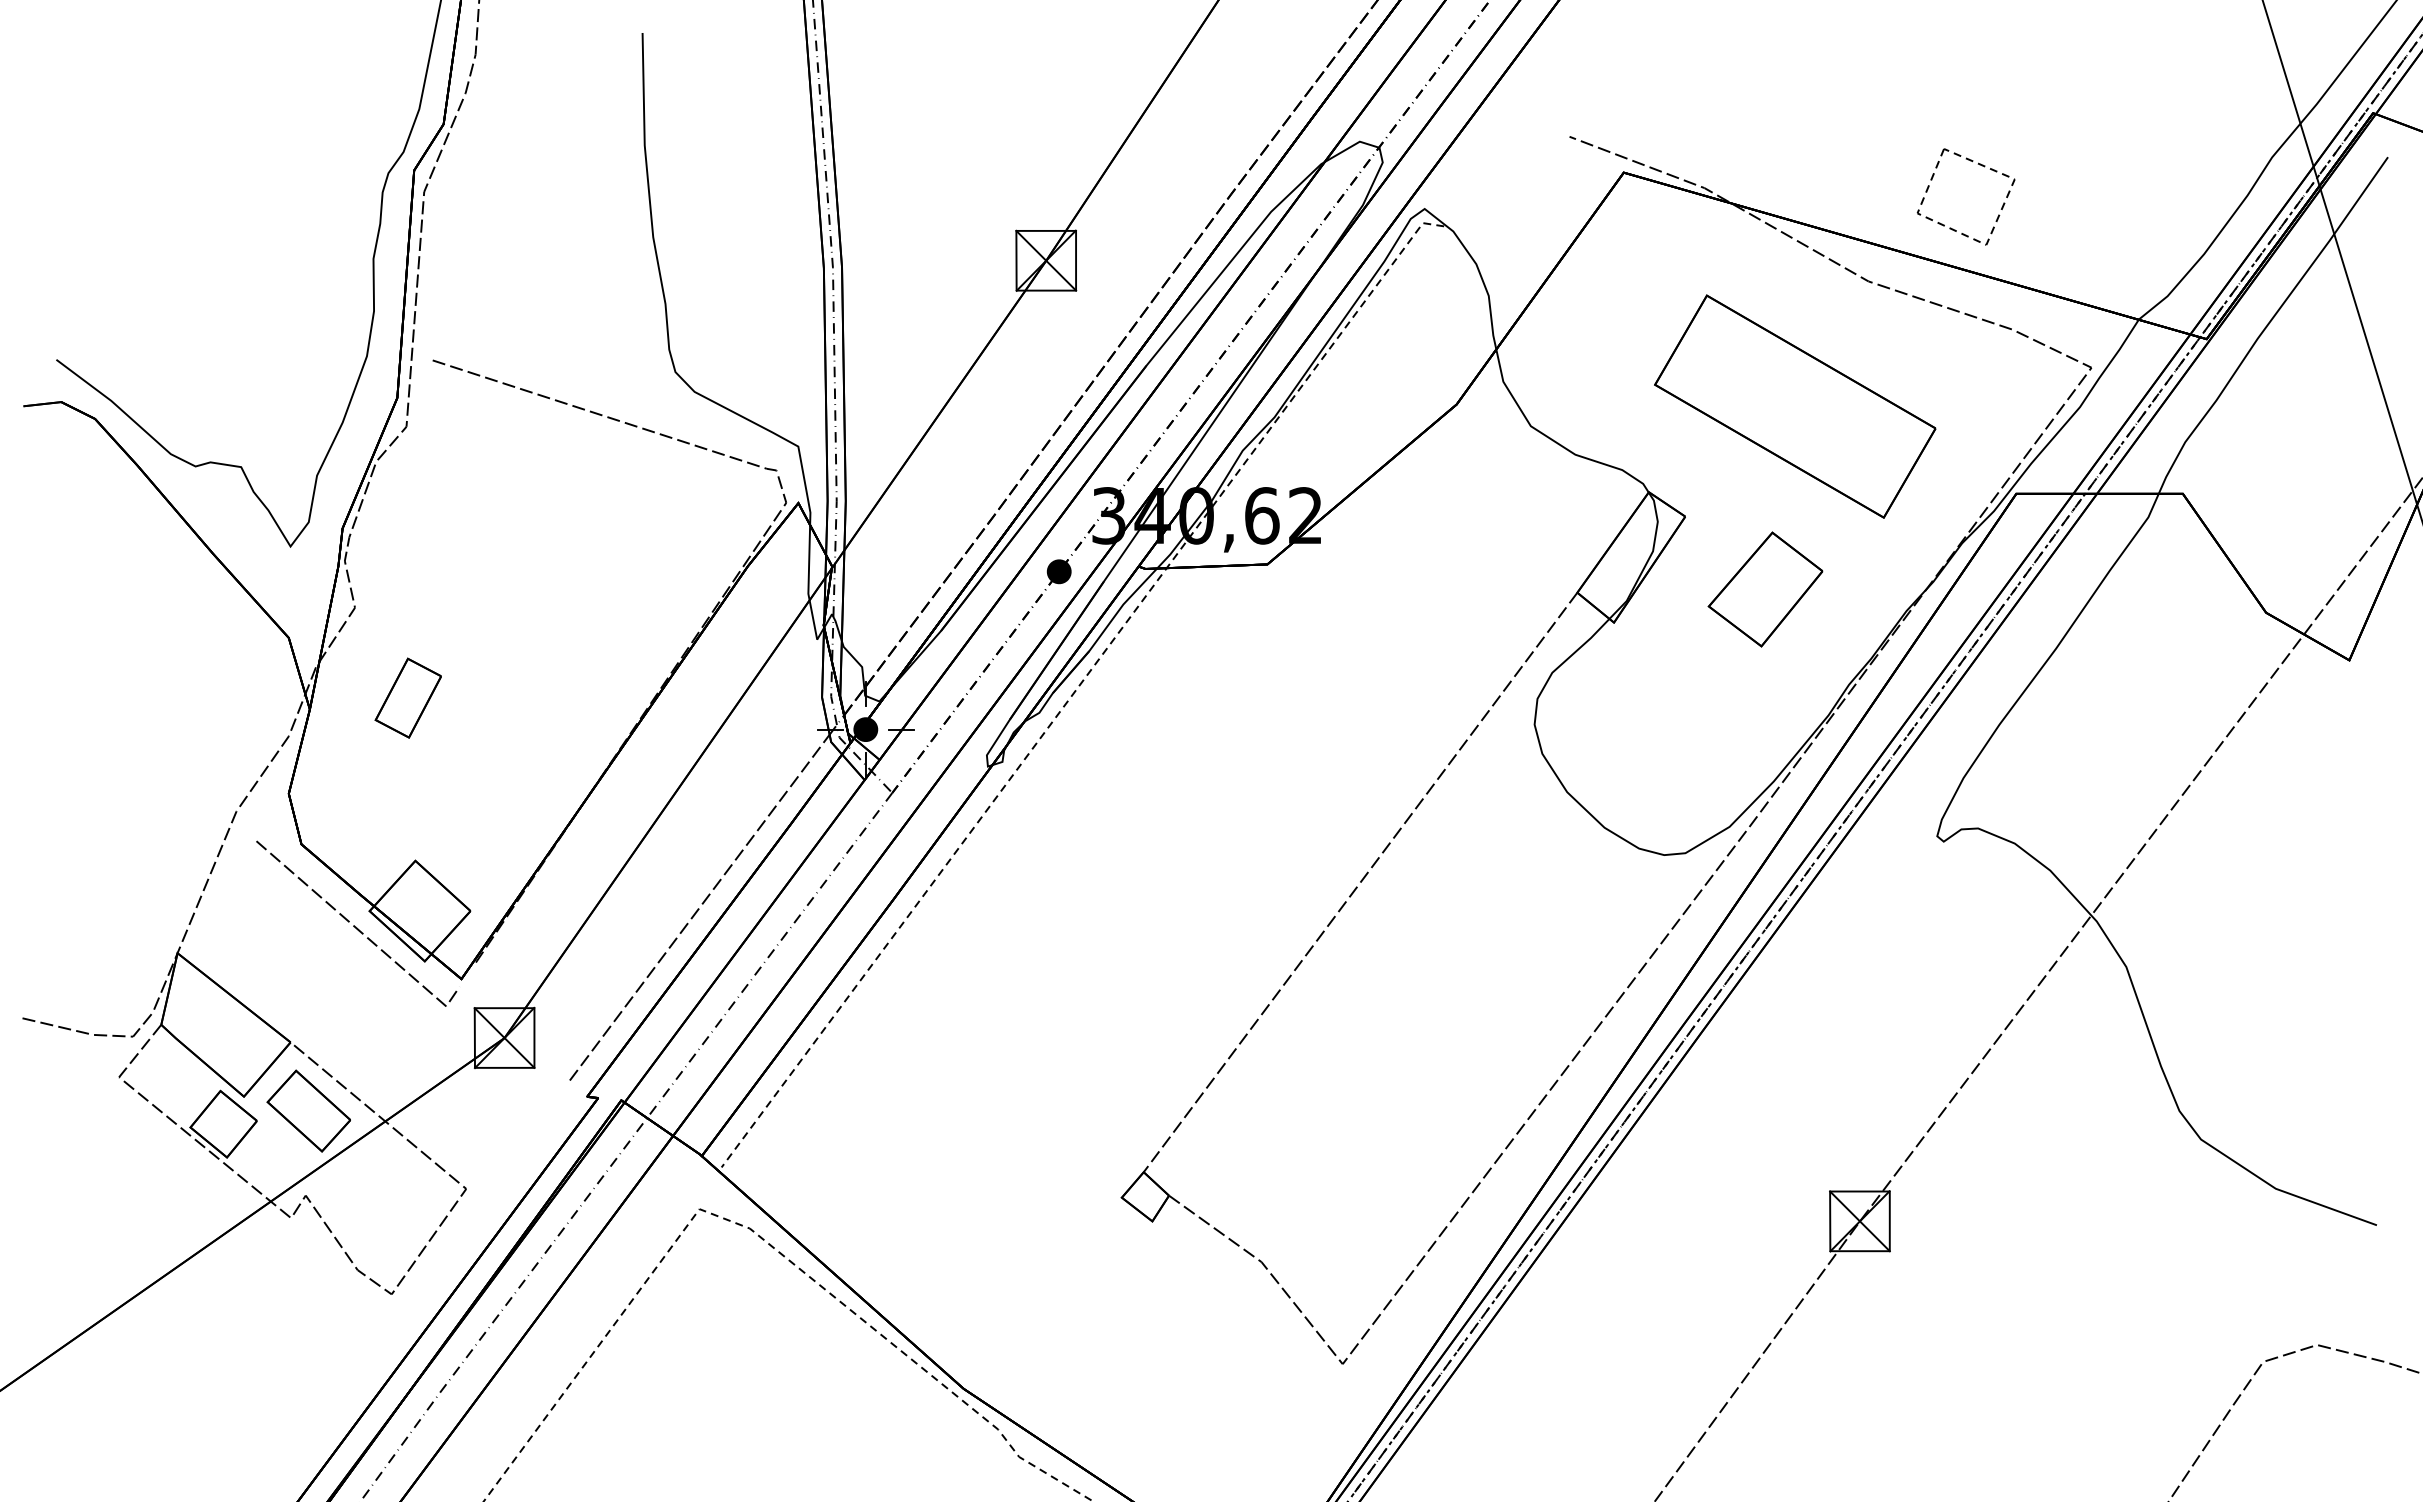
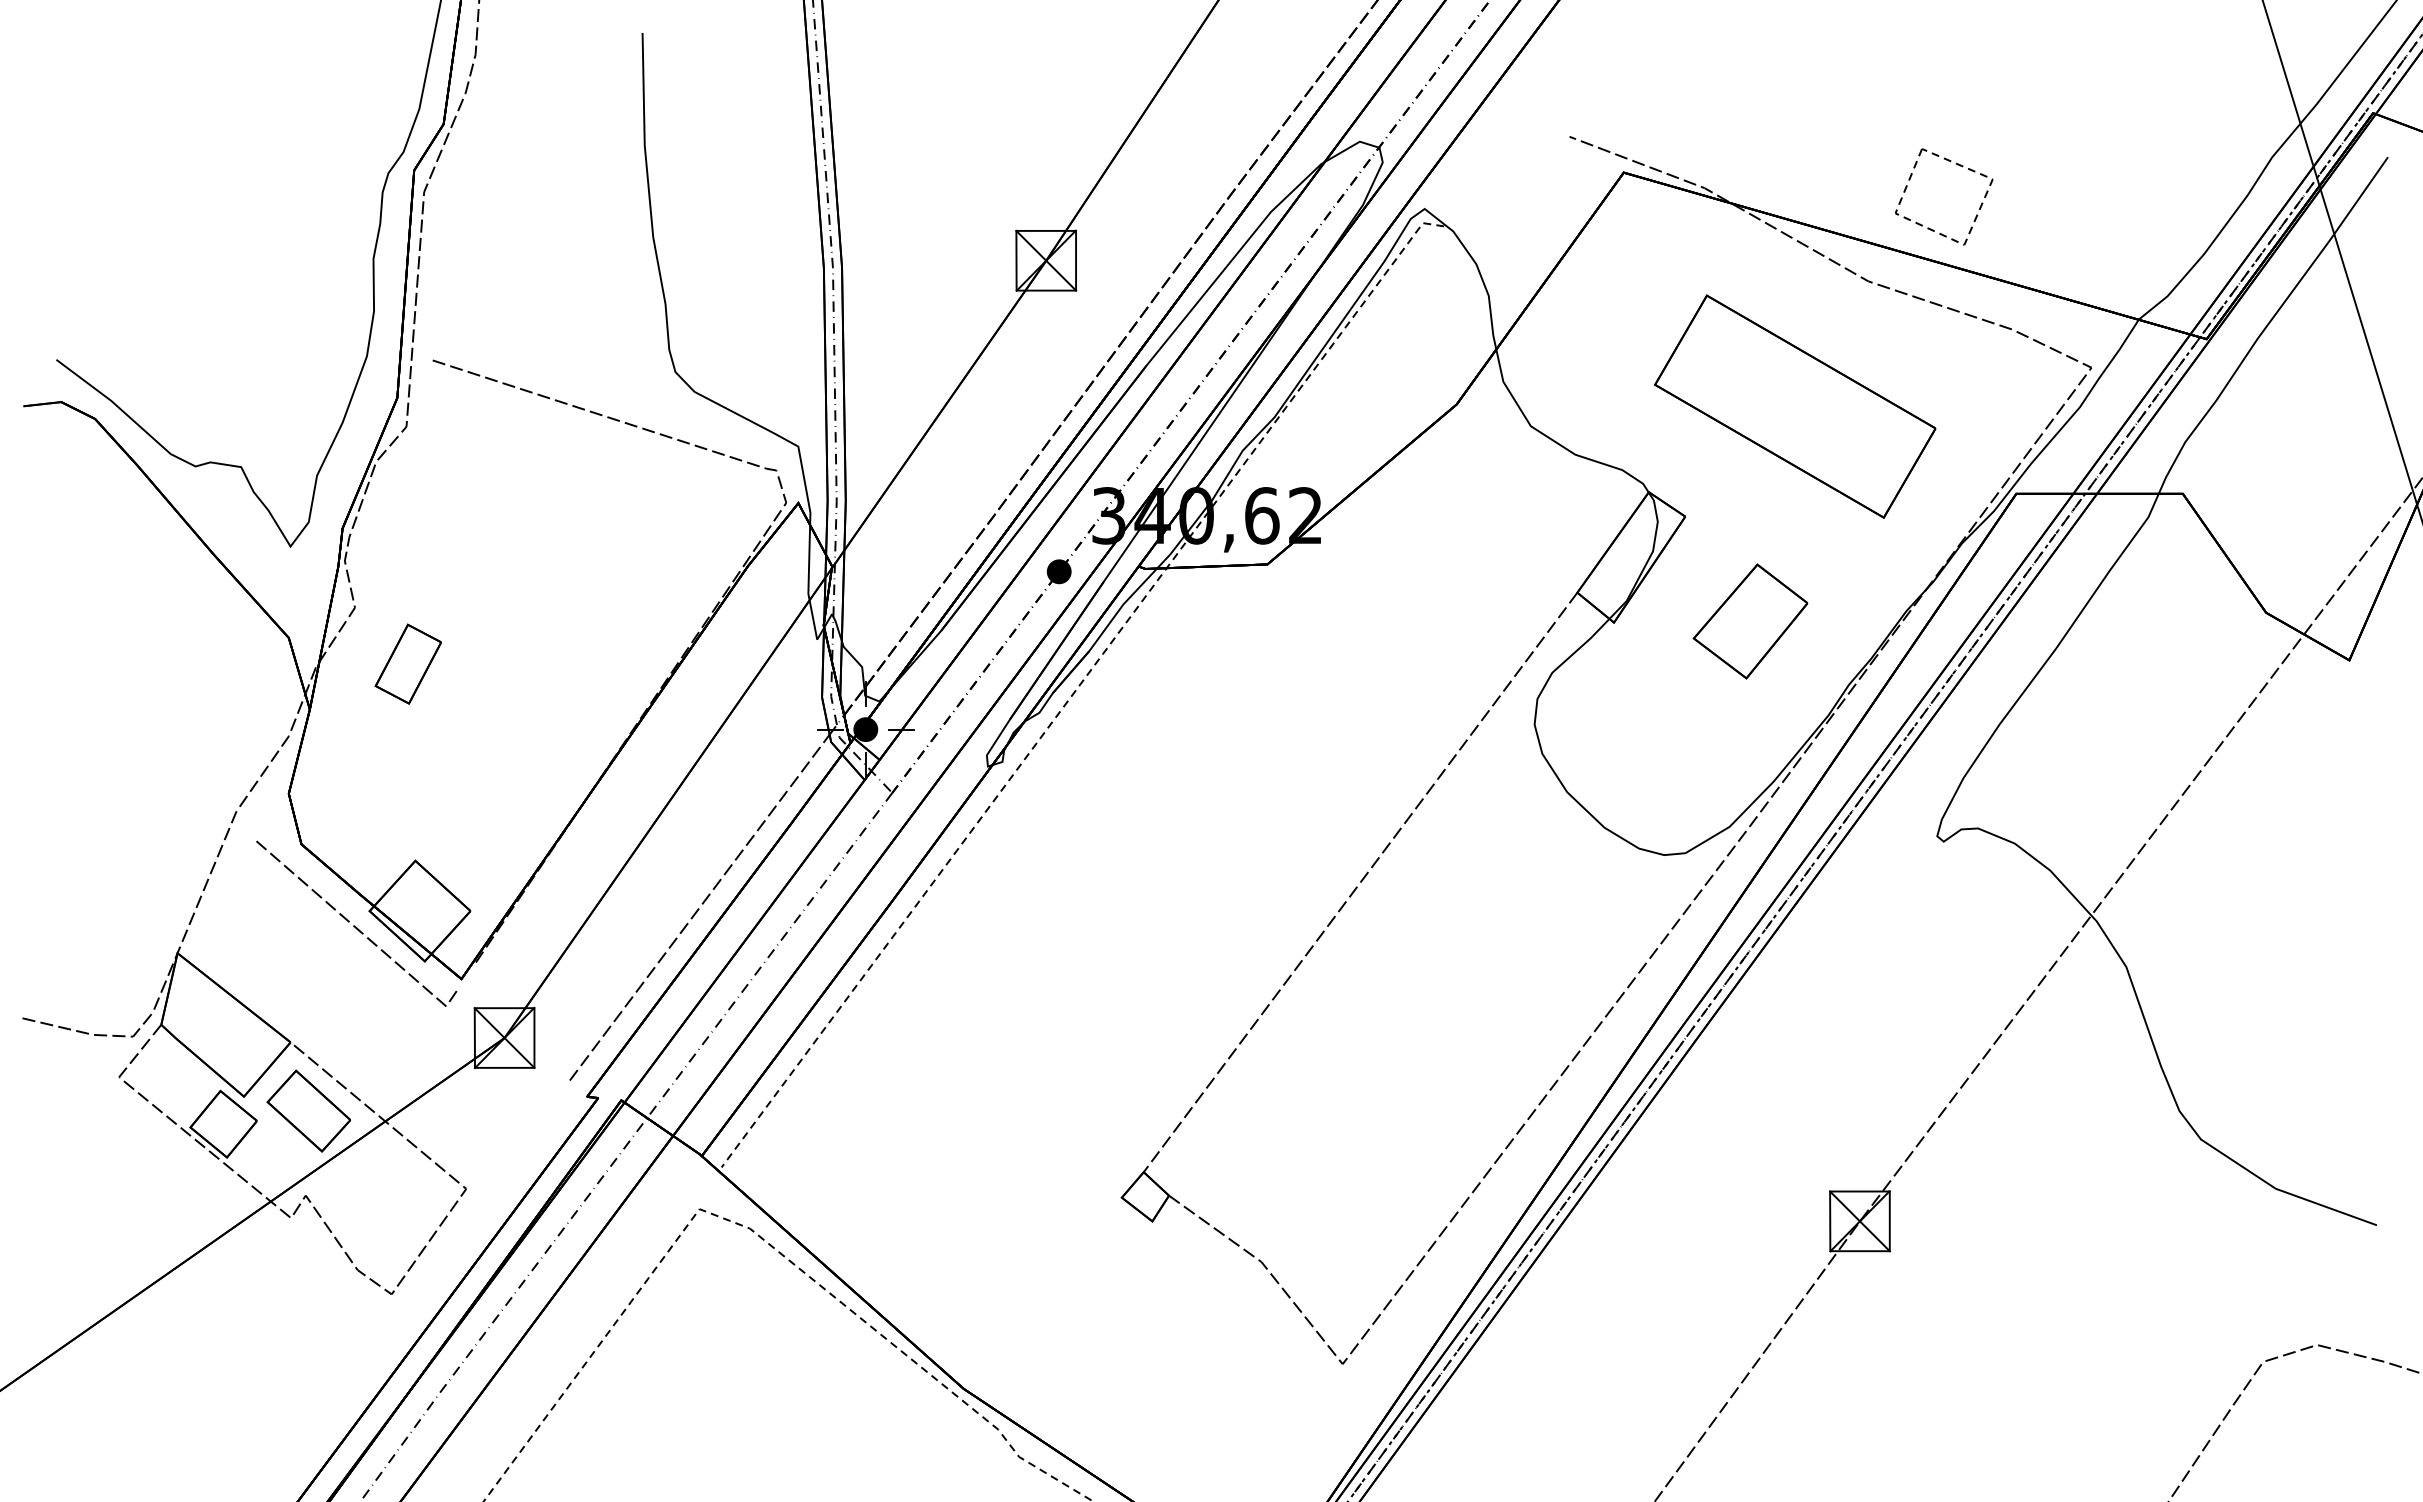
part at (1979, 165) position: (1979, 165) -> (1957, 165)
part at (1765, 589) position: (1765, 589) -> (1750, 621)
part at (407, 697) position: (407, 697) -> (407, 663)
